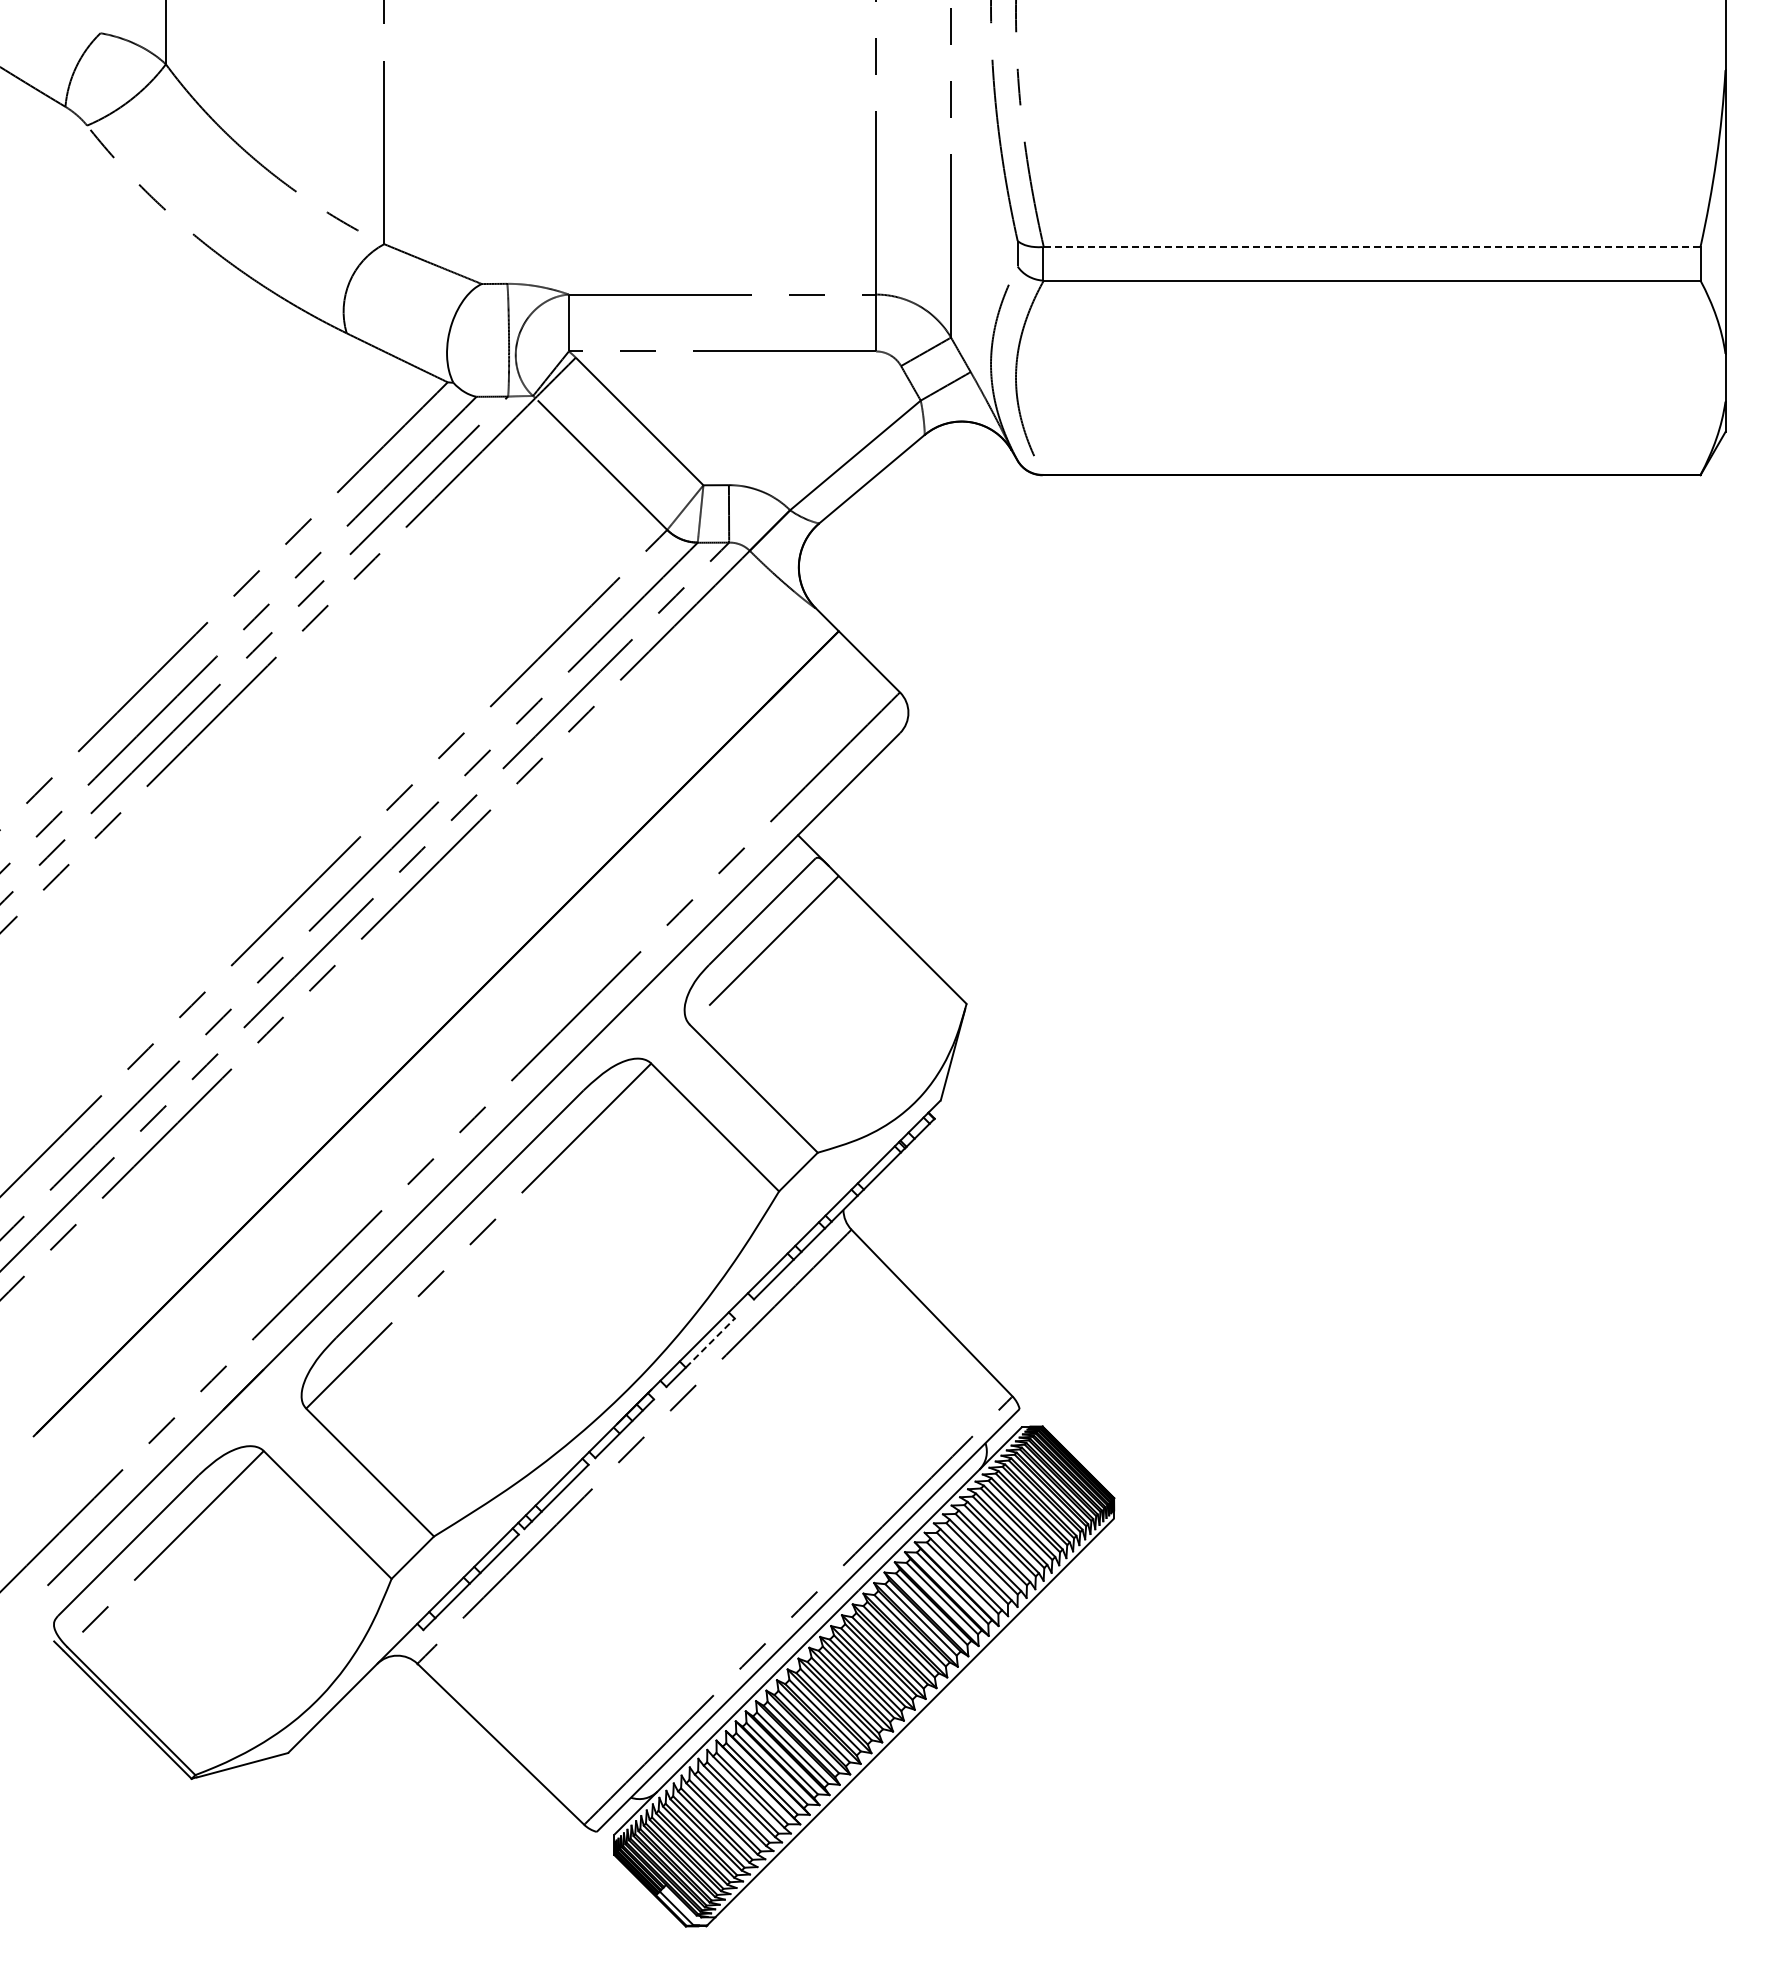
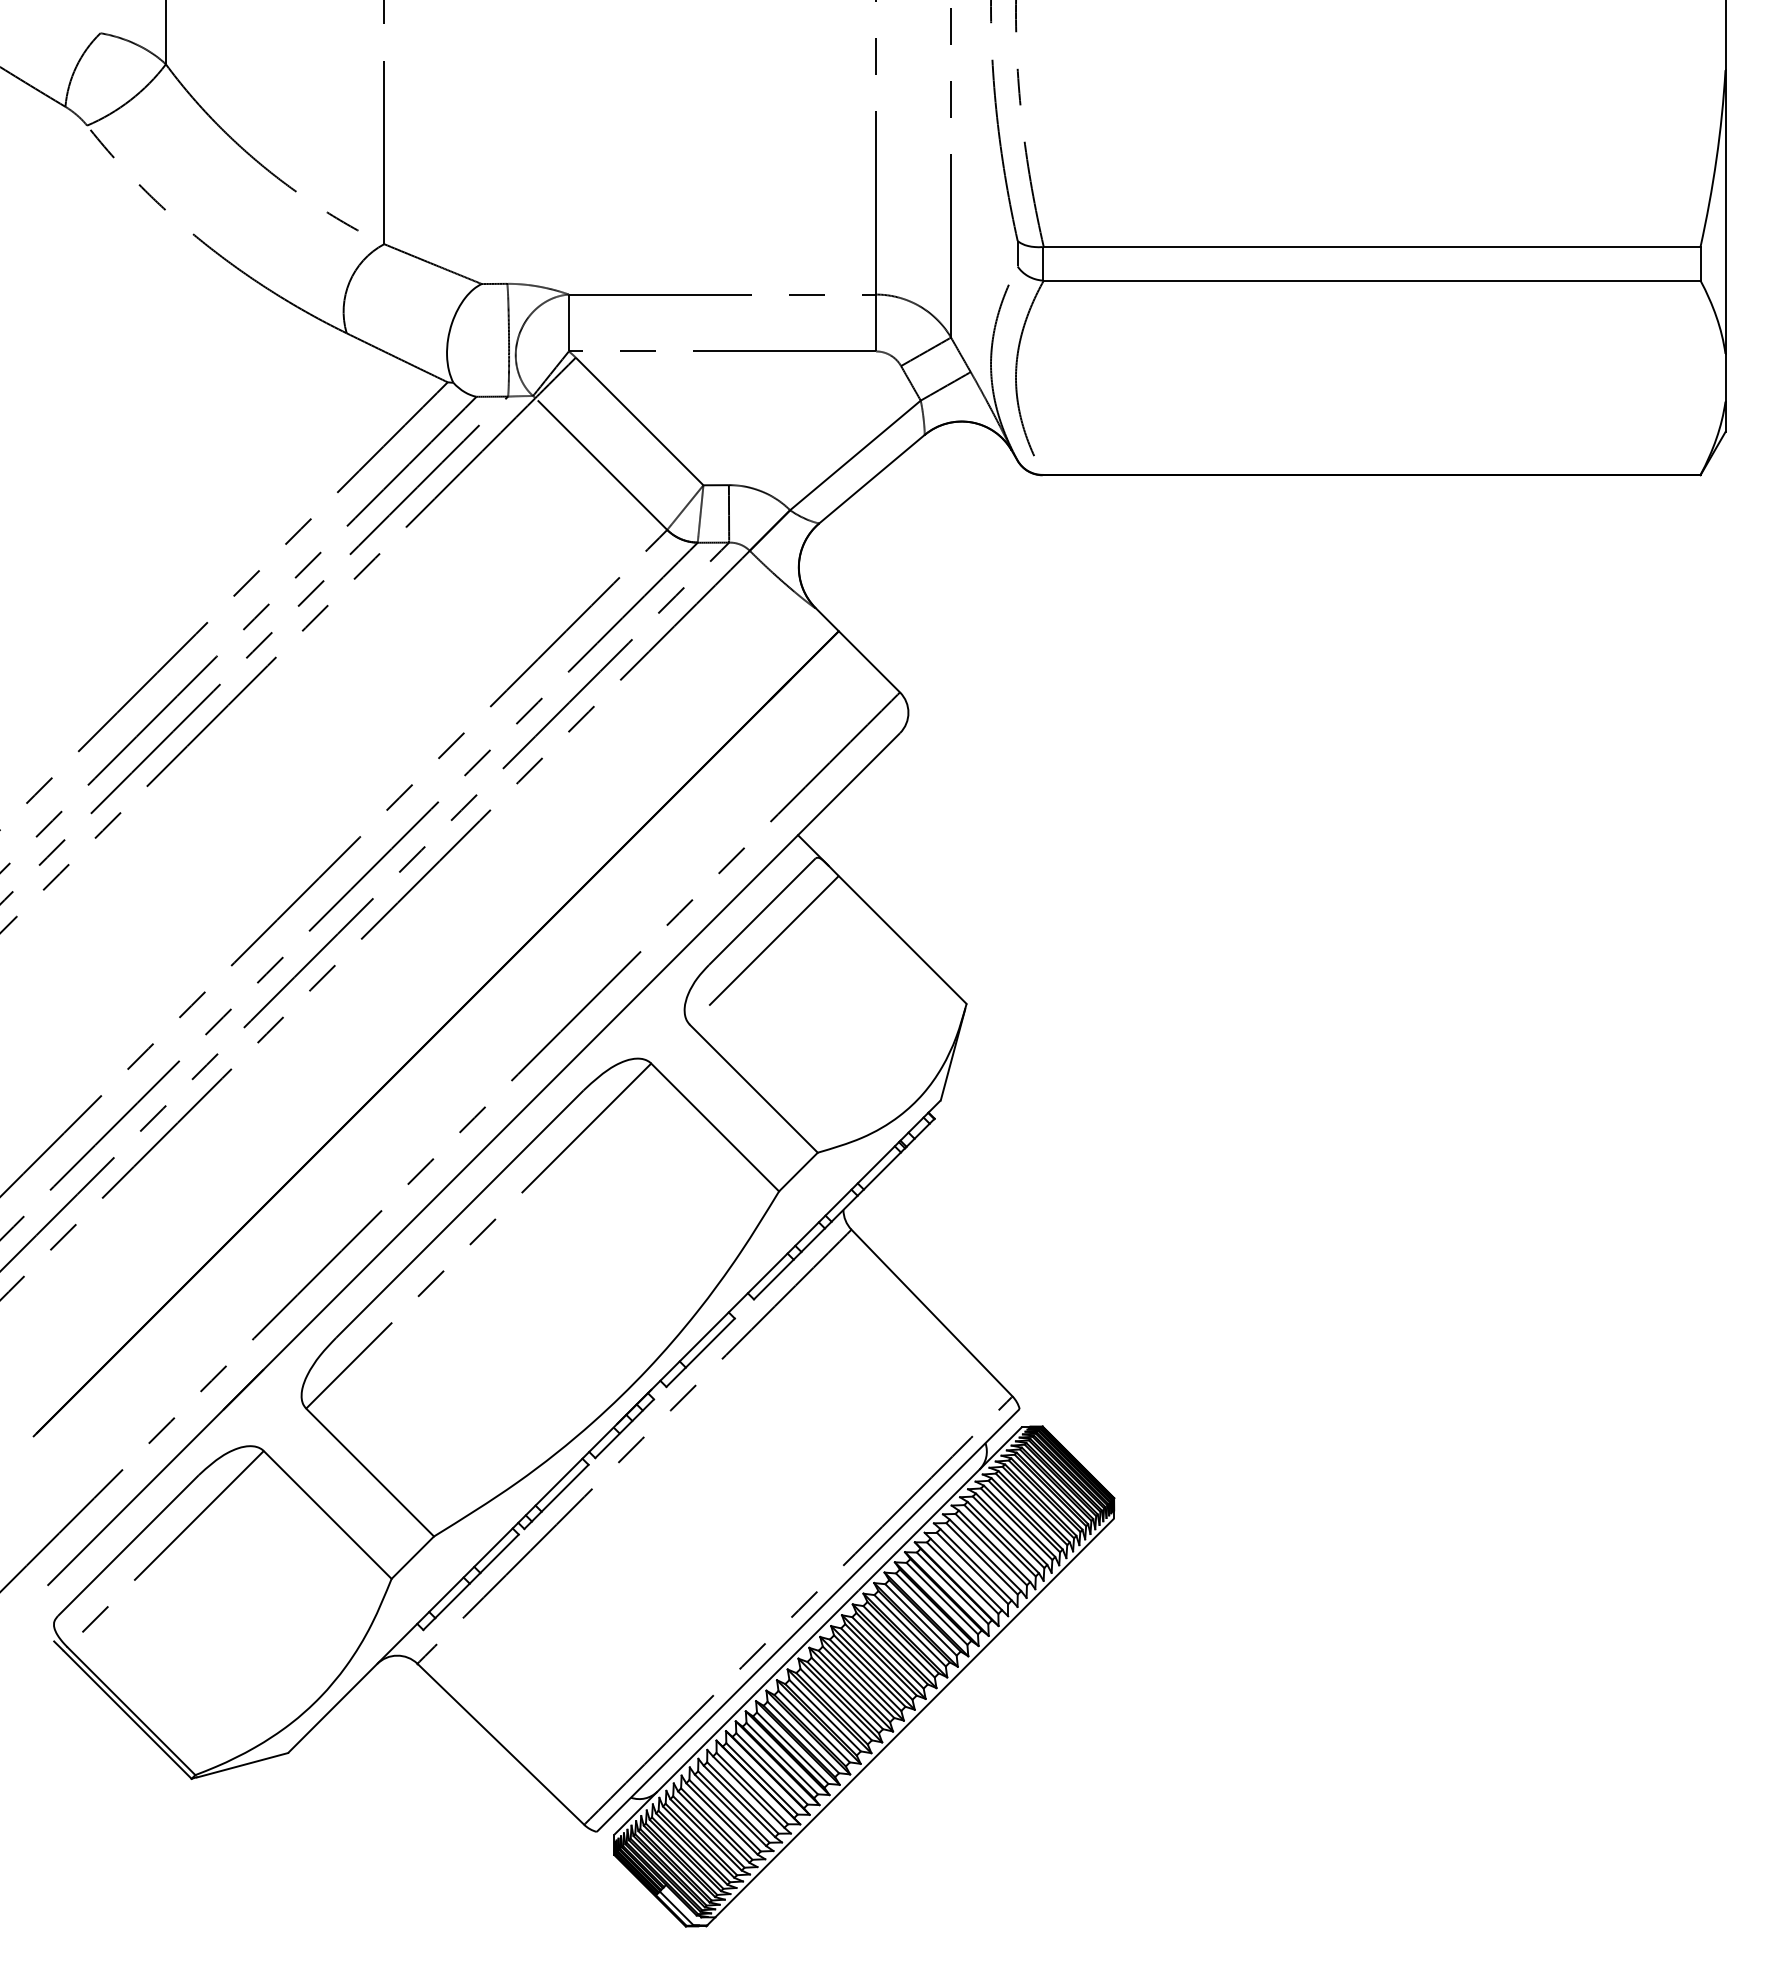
line at (1372, 246): dashed -> solid
line at (710, 1343): dashed -> solid
